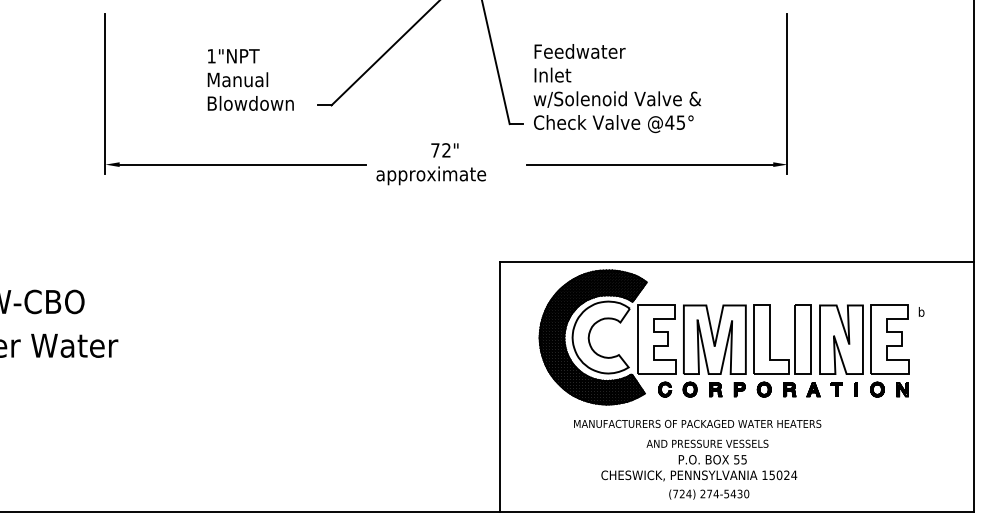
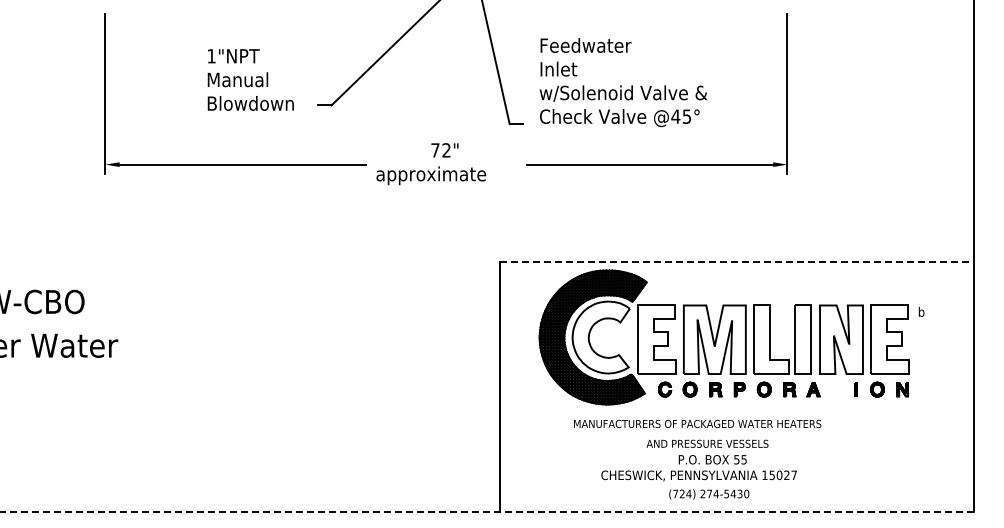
text at (617, 88) position: (617, 88) -> (623, 82)
line at (737, 261): solid -> dashed
part at (836, 389): present -> none
text at (794, 474): 15024 -> 15027
line at (487, 512): solid -> dashed
